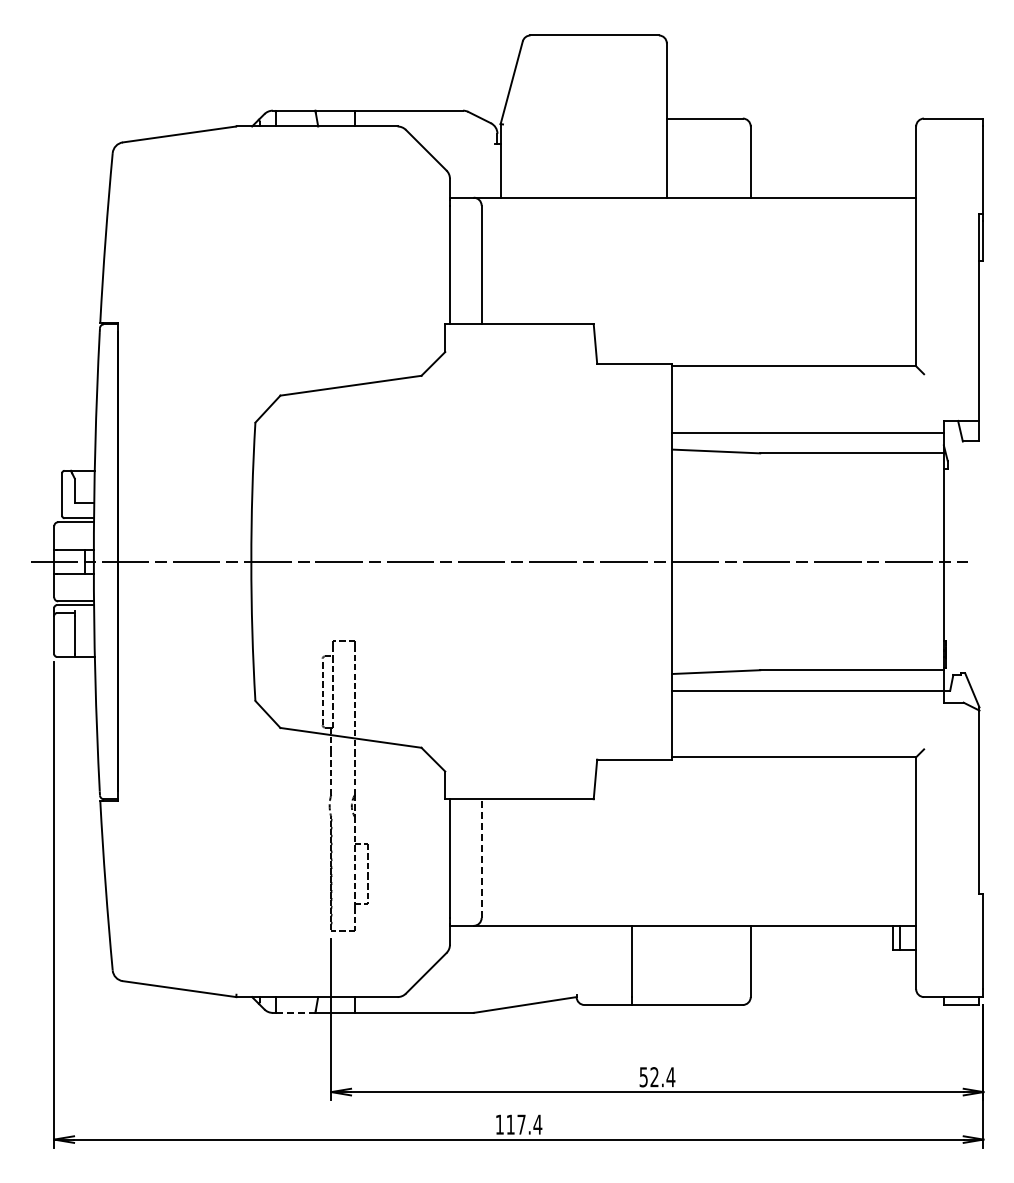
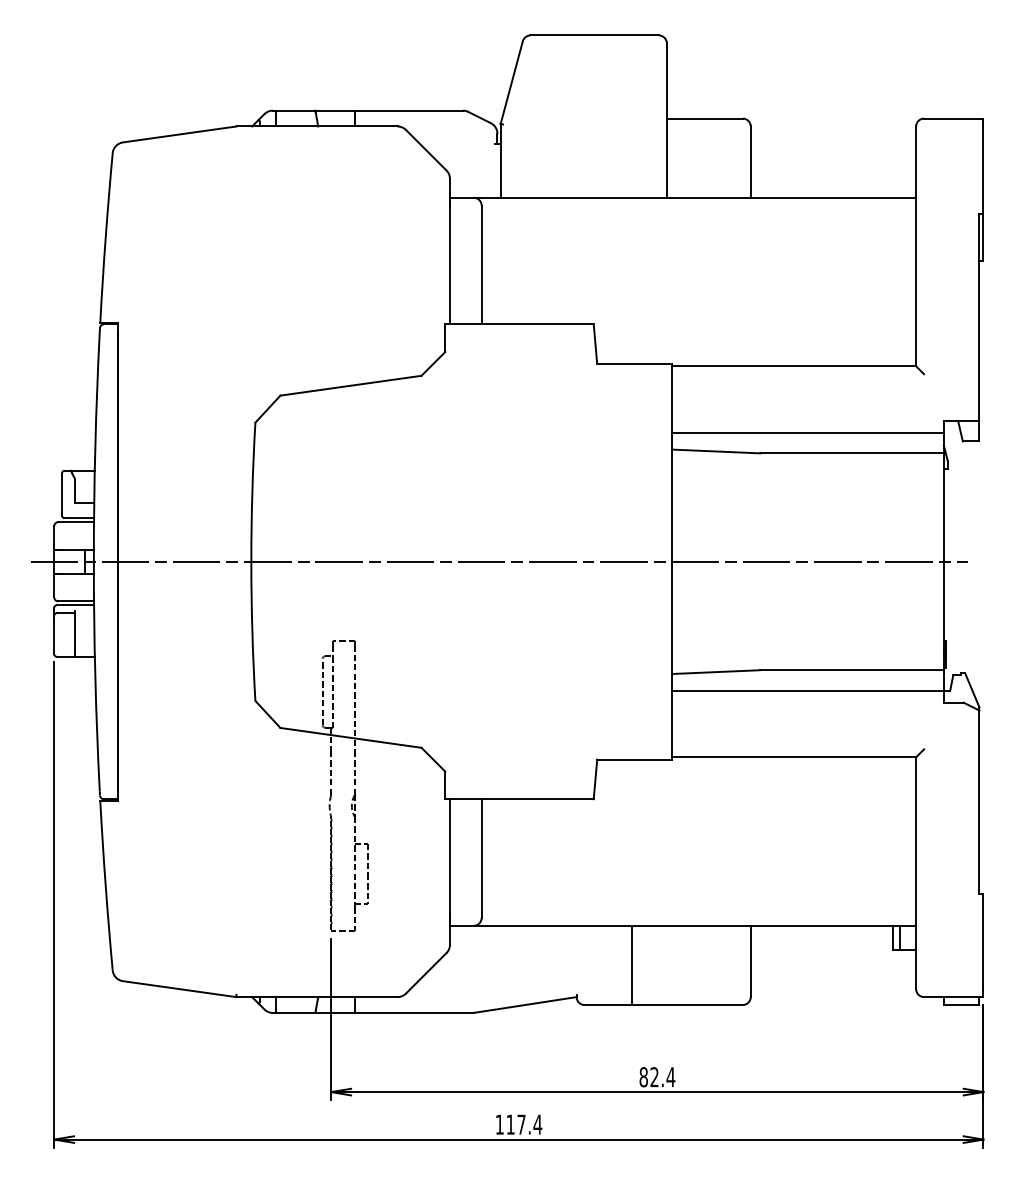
line at (481, 858): dashed -> solid
line at (296, 1012): dashed -> solid
text at (643, 1077): 52.4 -> 82.4
